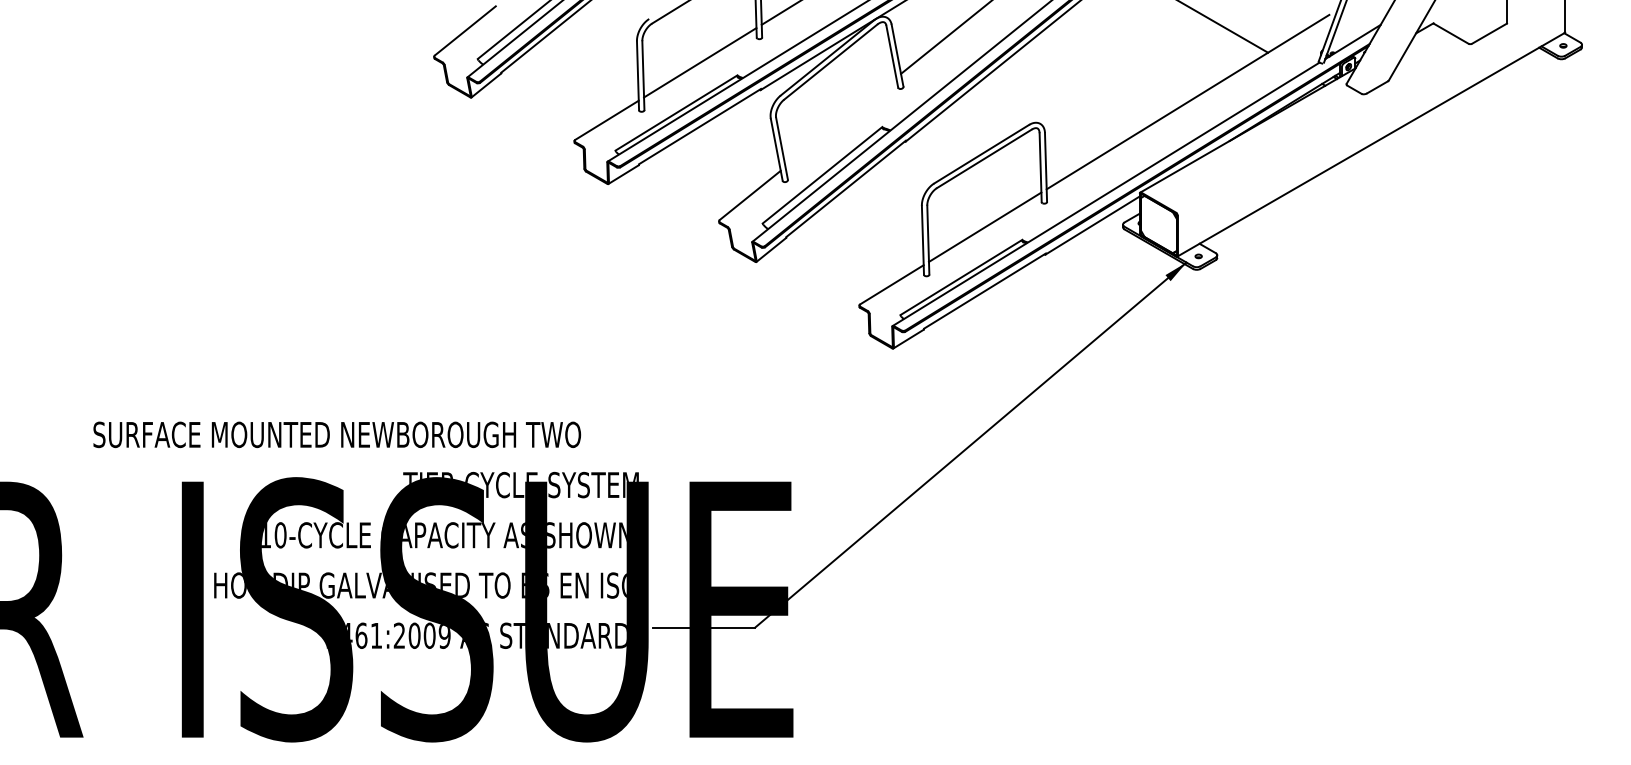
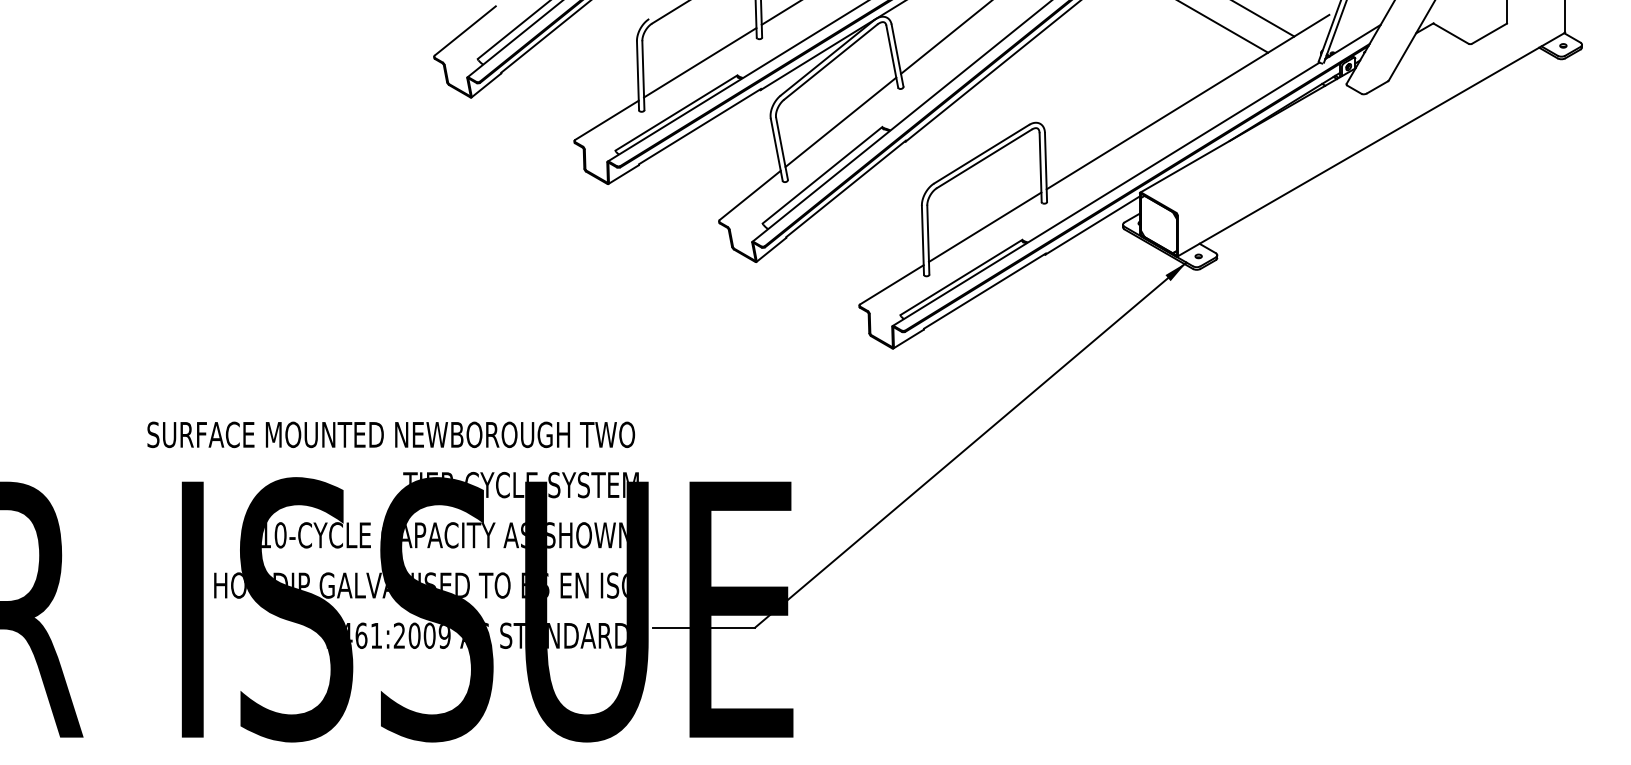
line at (1264, 19): none -> present
line at (840, 122): none -> present
text at (337, 434) position: (337, 434) -> (391, 434)
